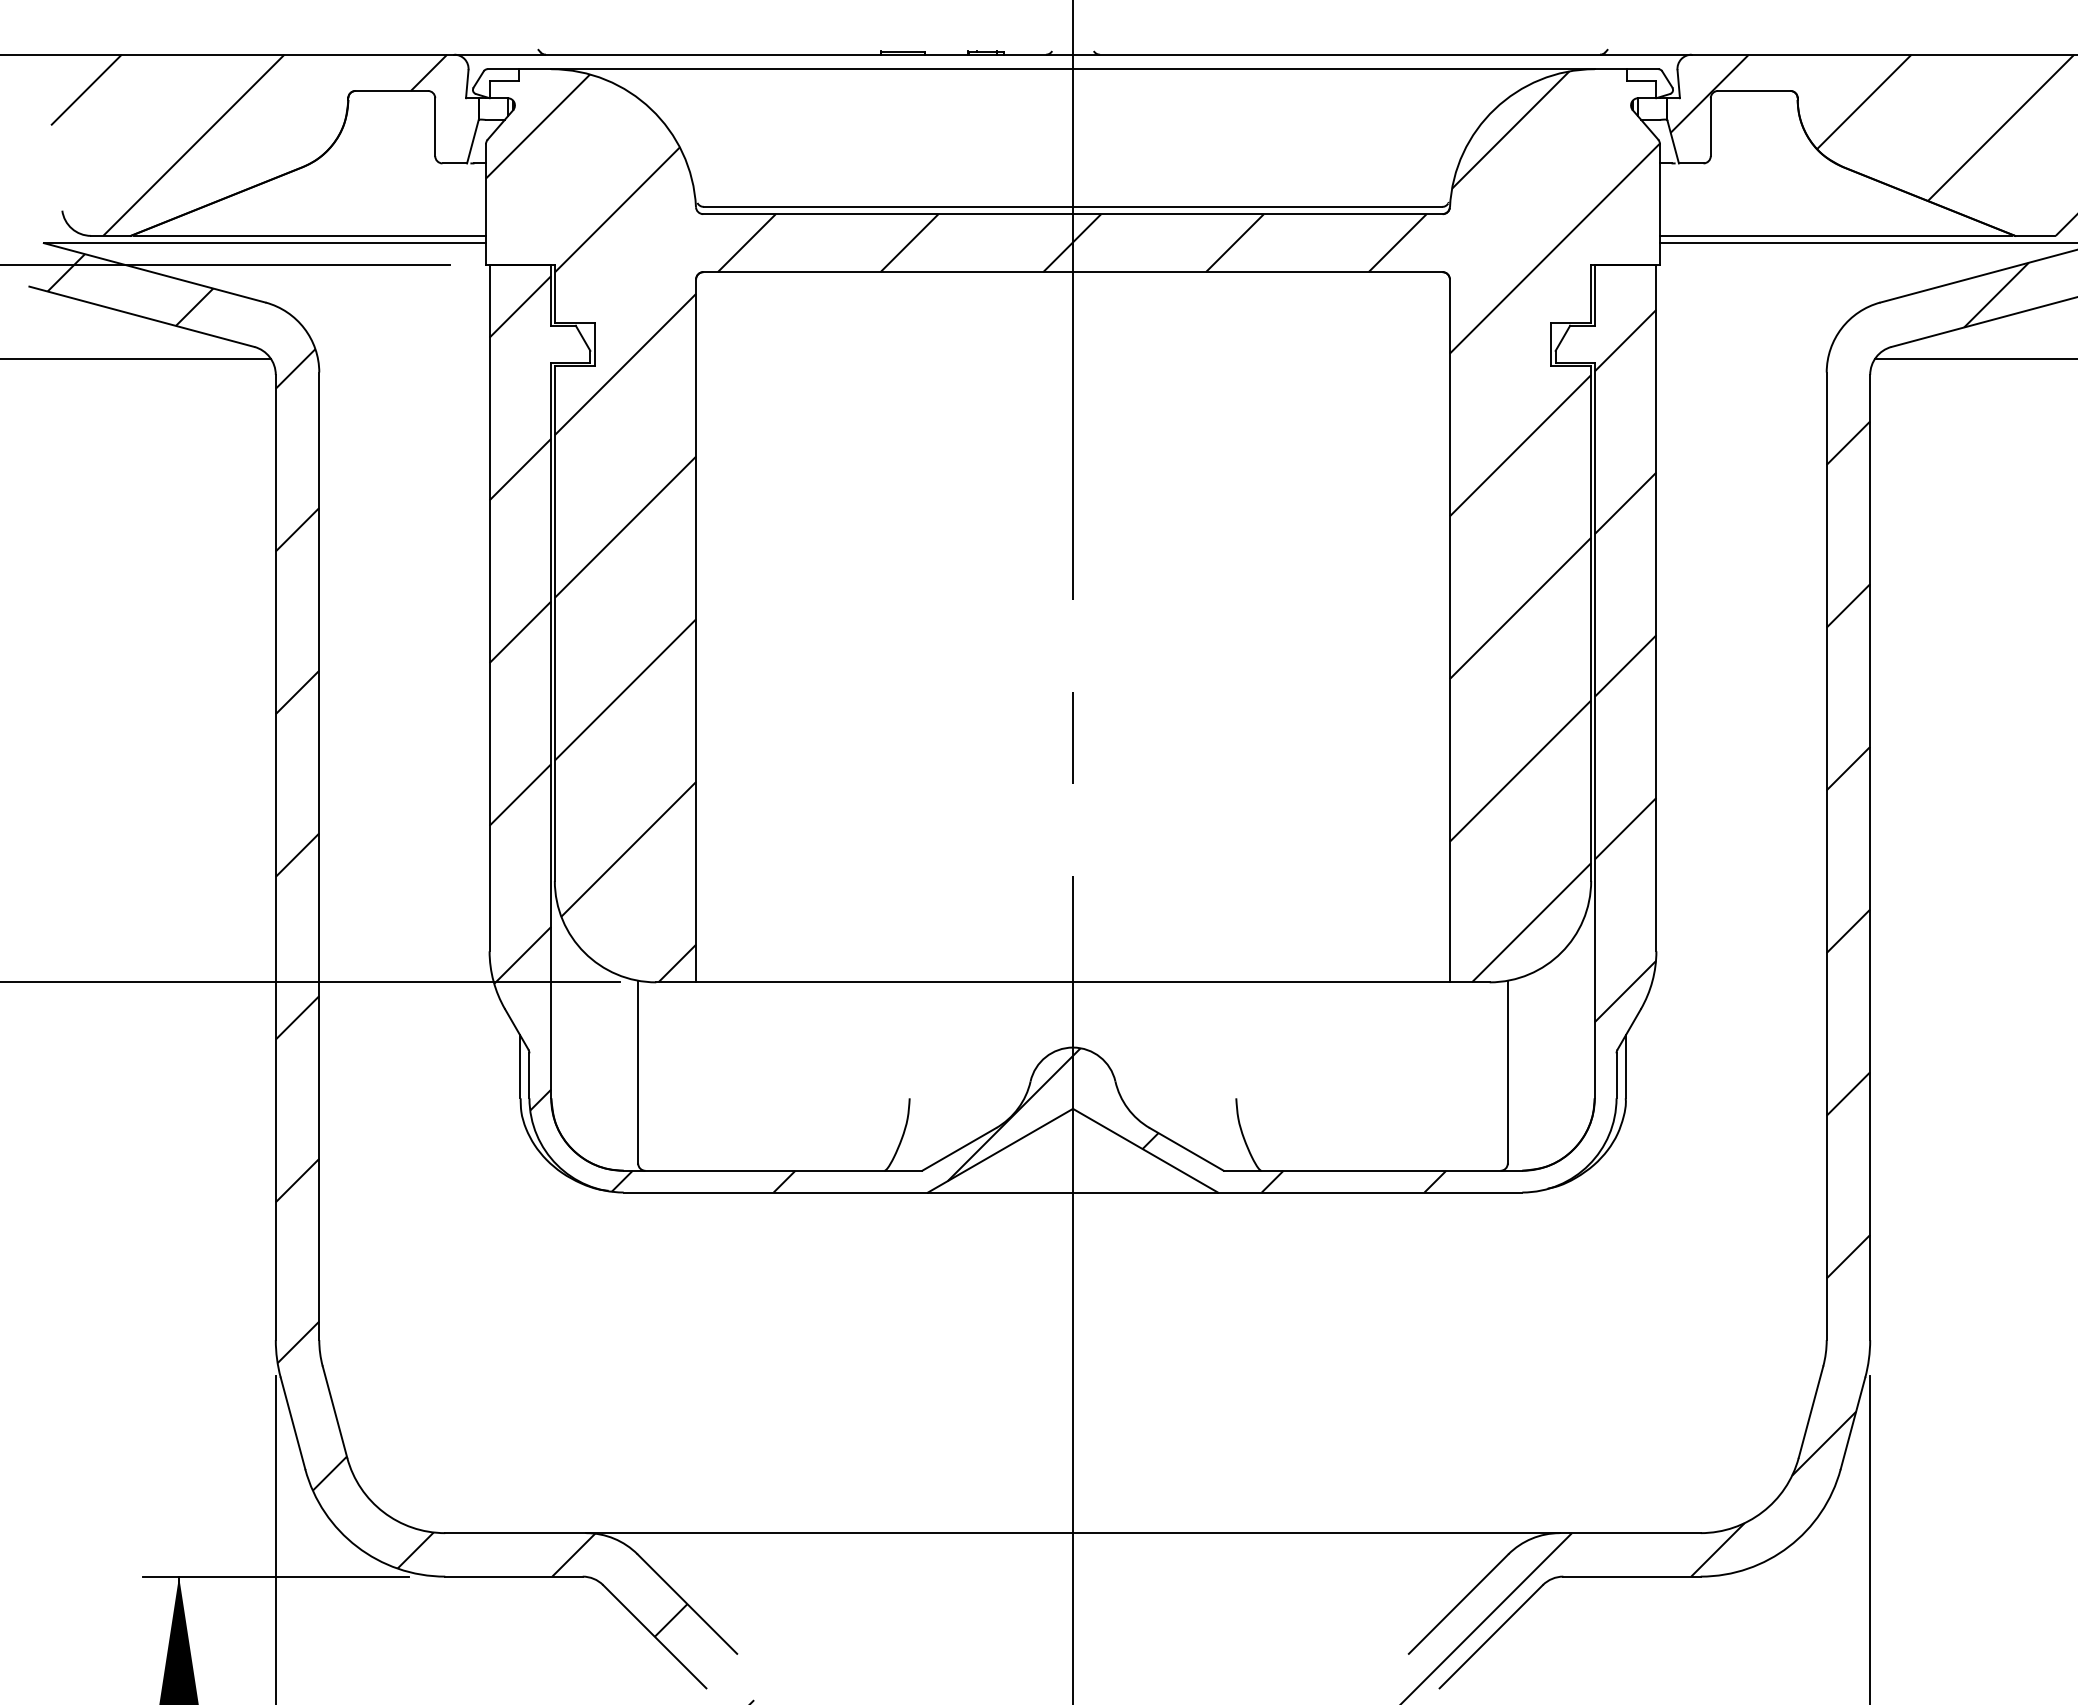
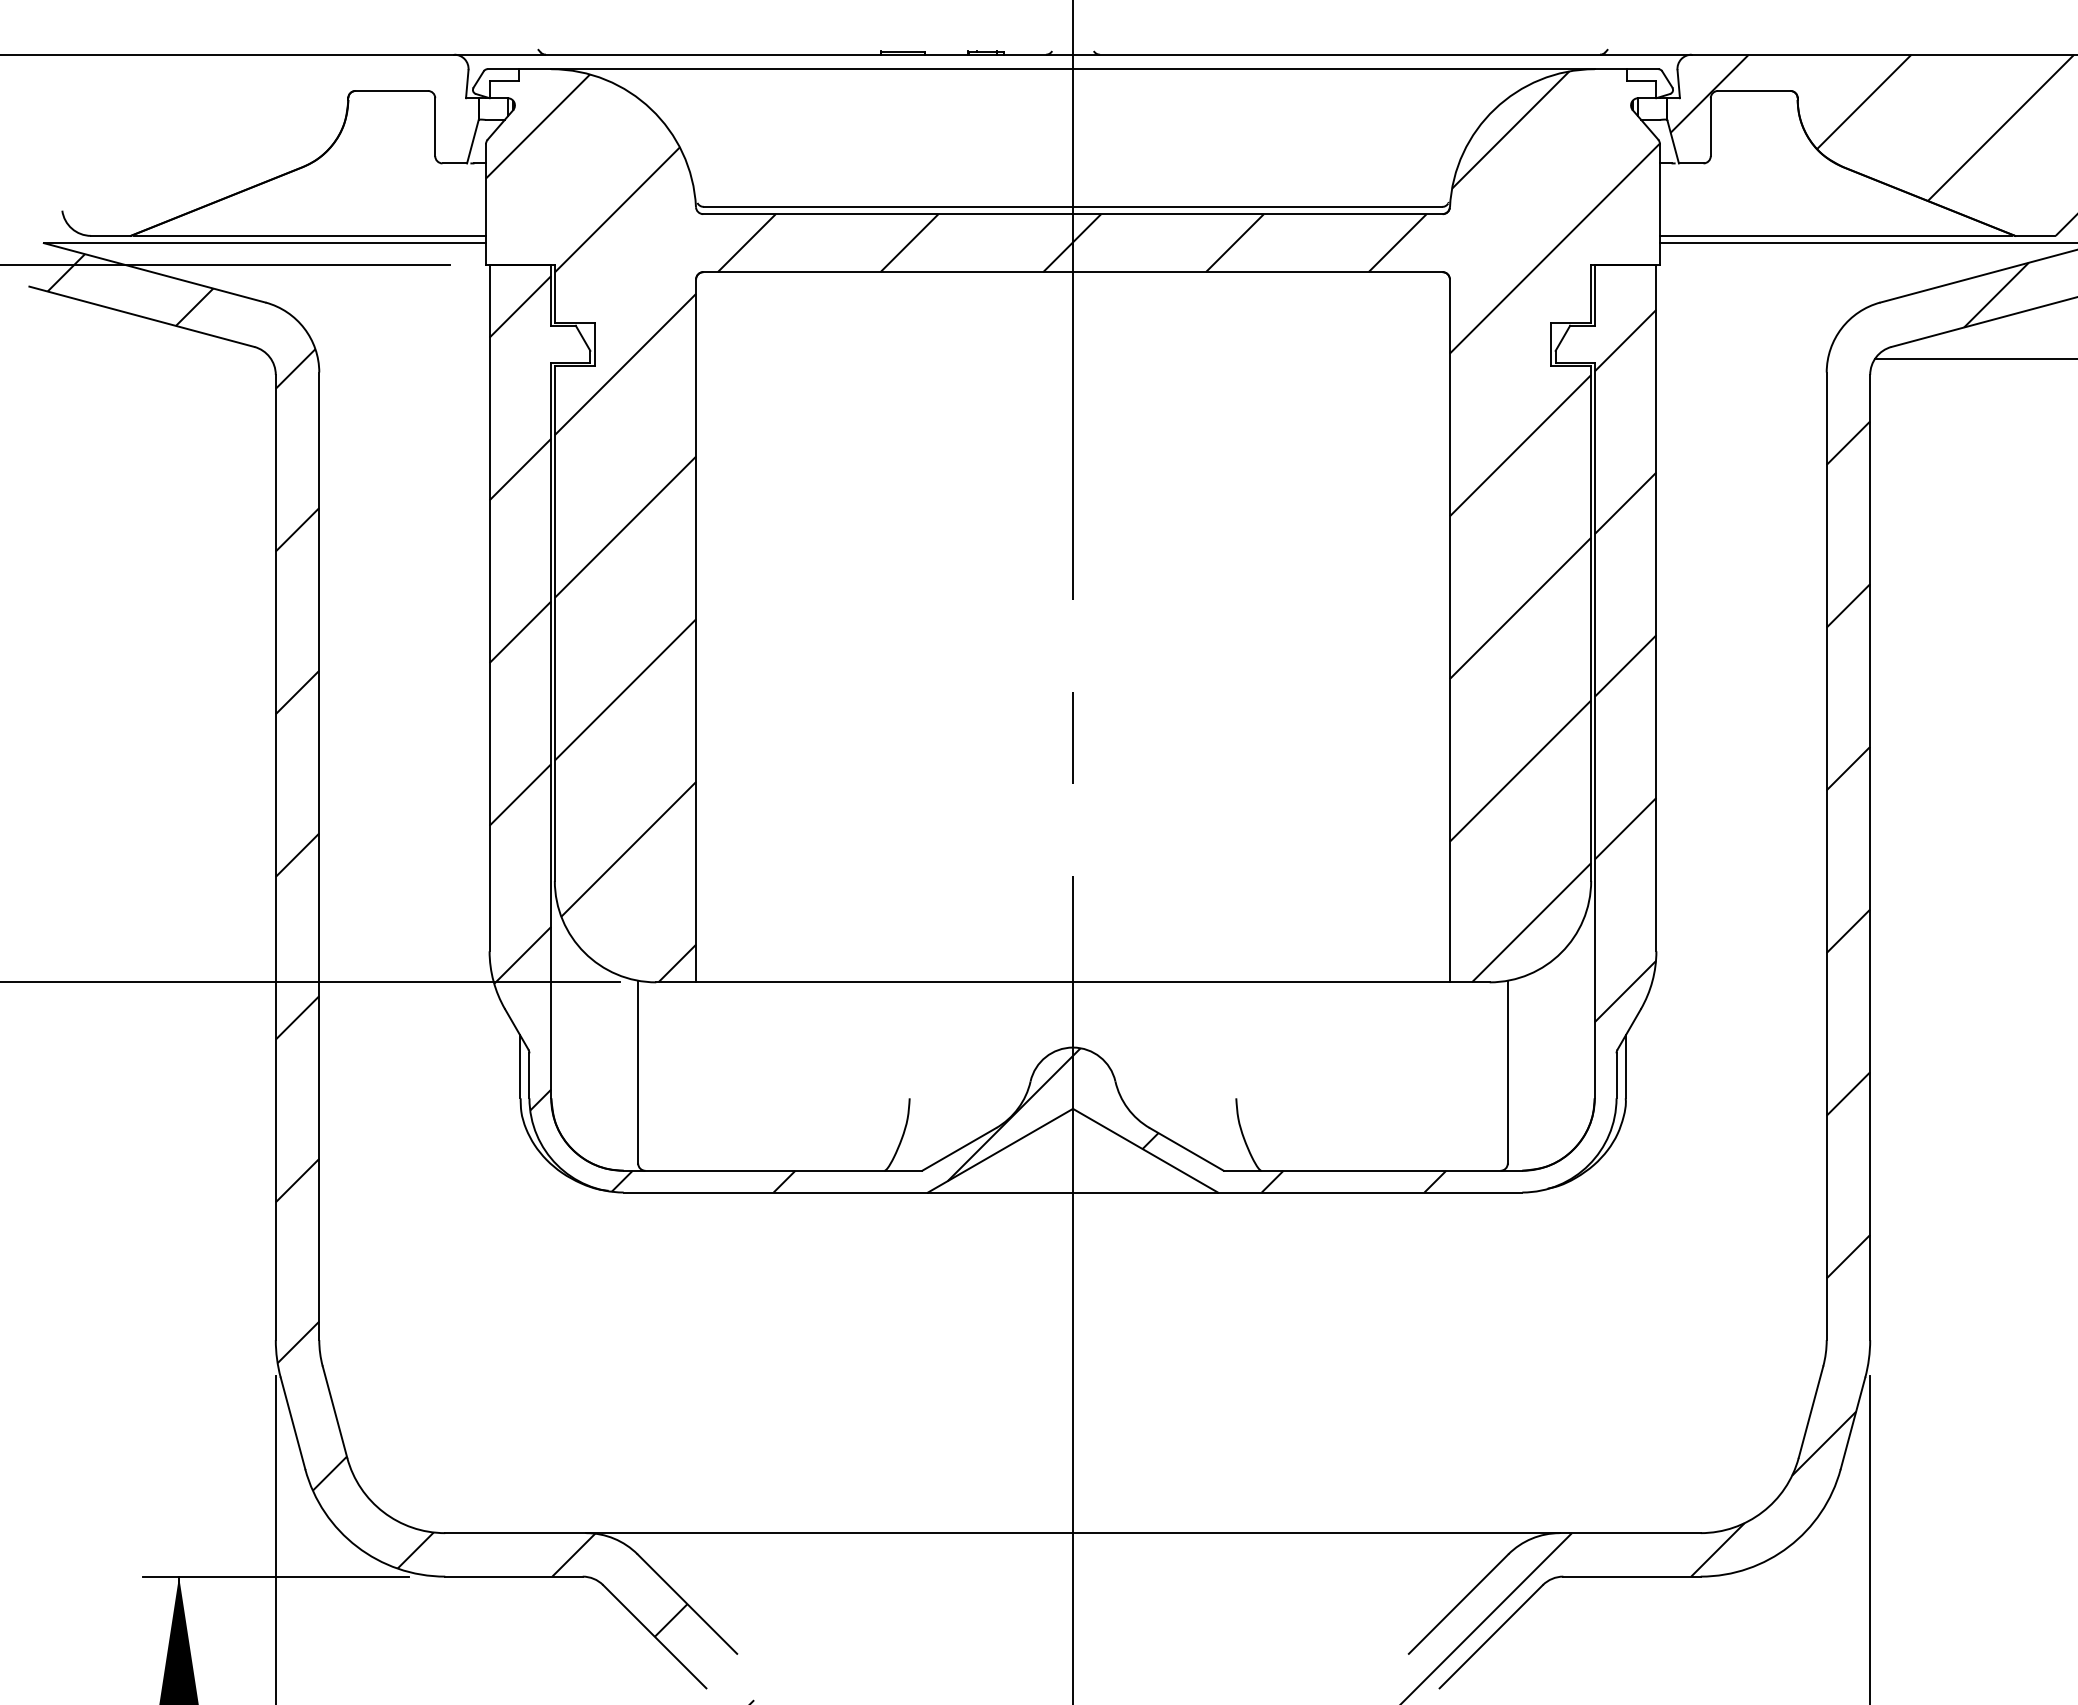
hatch at (249, 144): present -> none
line at (136, 359): present -> none
